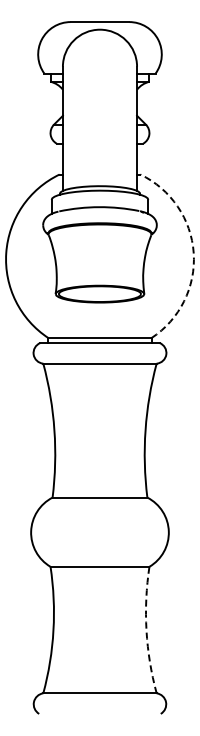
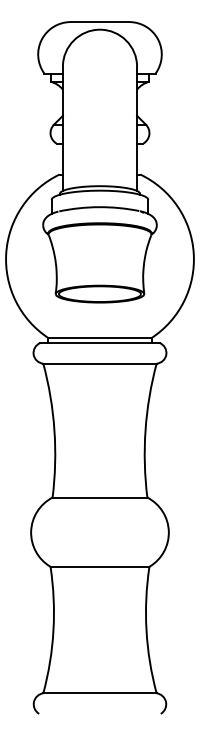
arc at (193, 253): dashed -> solid
arc at (146, 630): dashed -> solid
